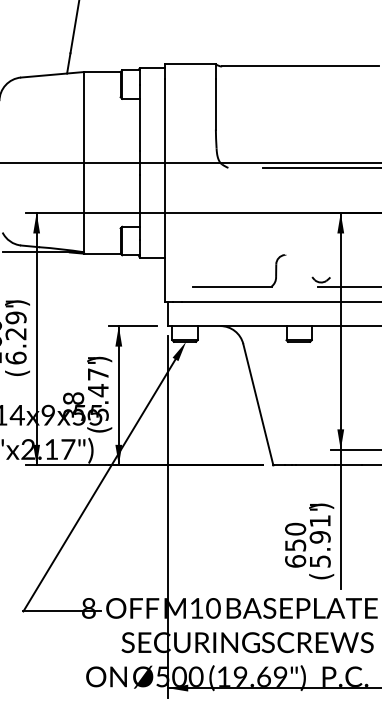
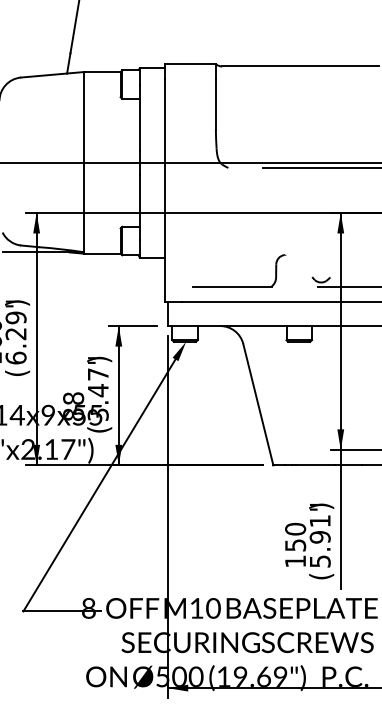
text at (73, 414): 38 -> 88
text at (295, 561): 650 -> 150
